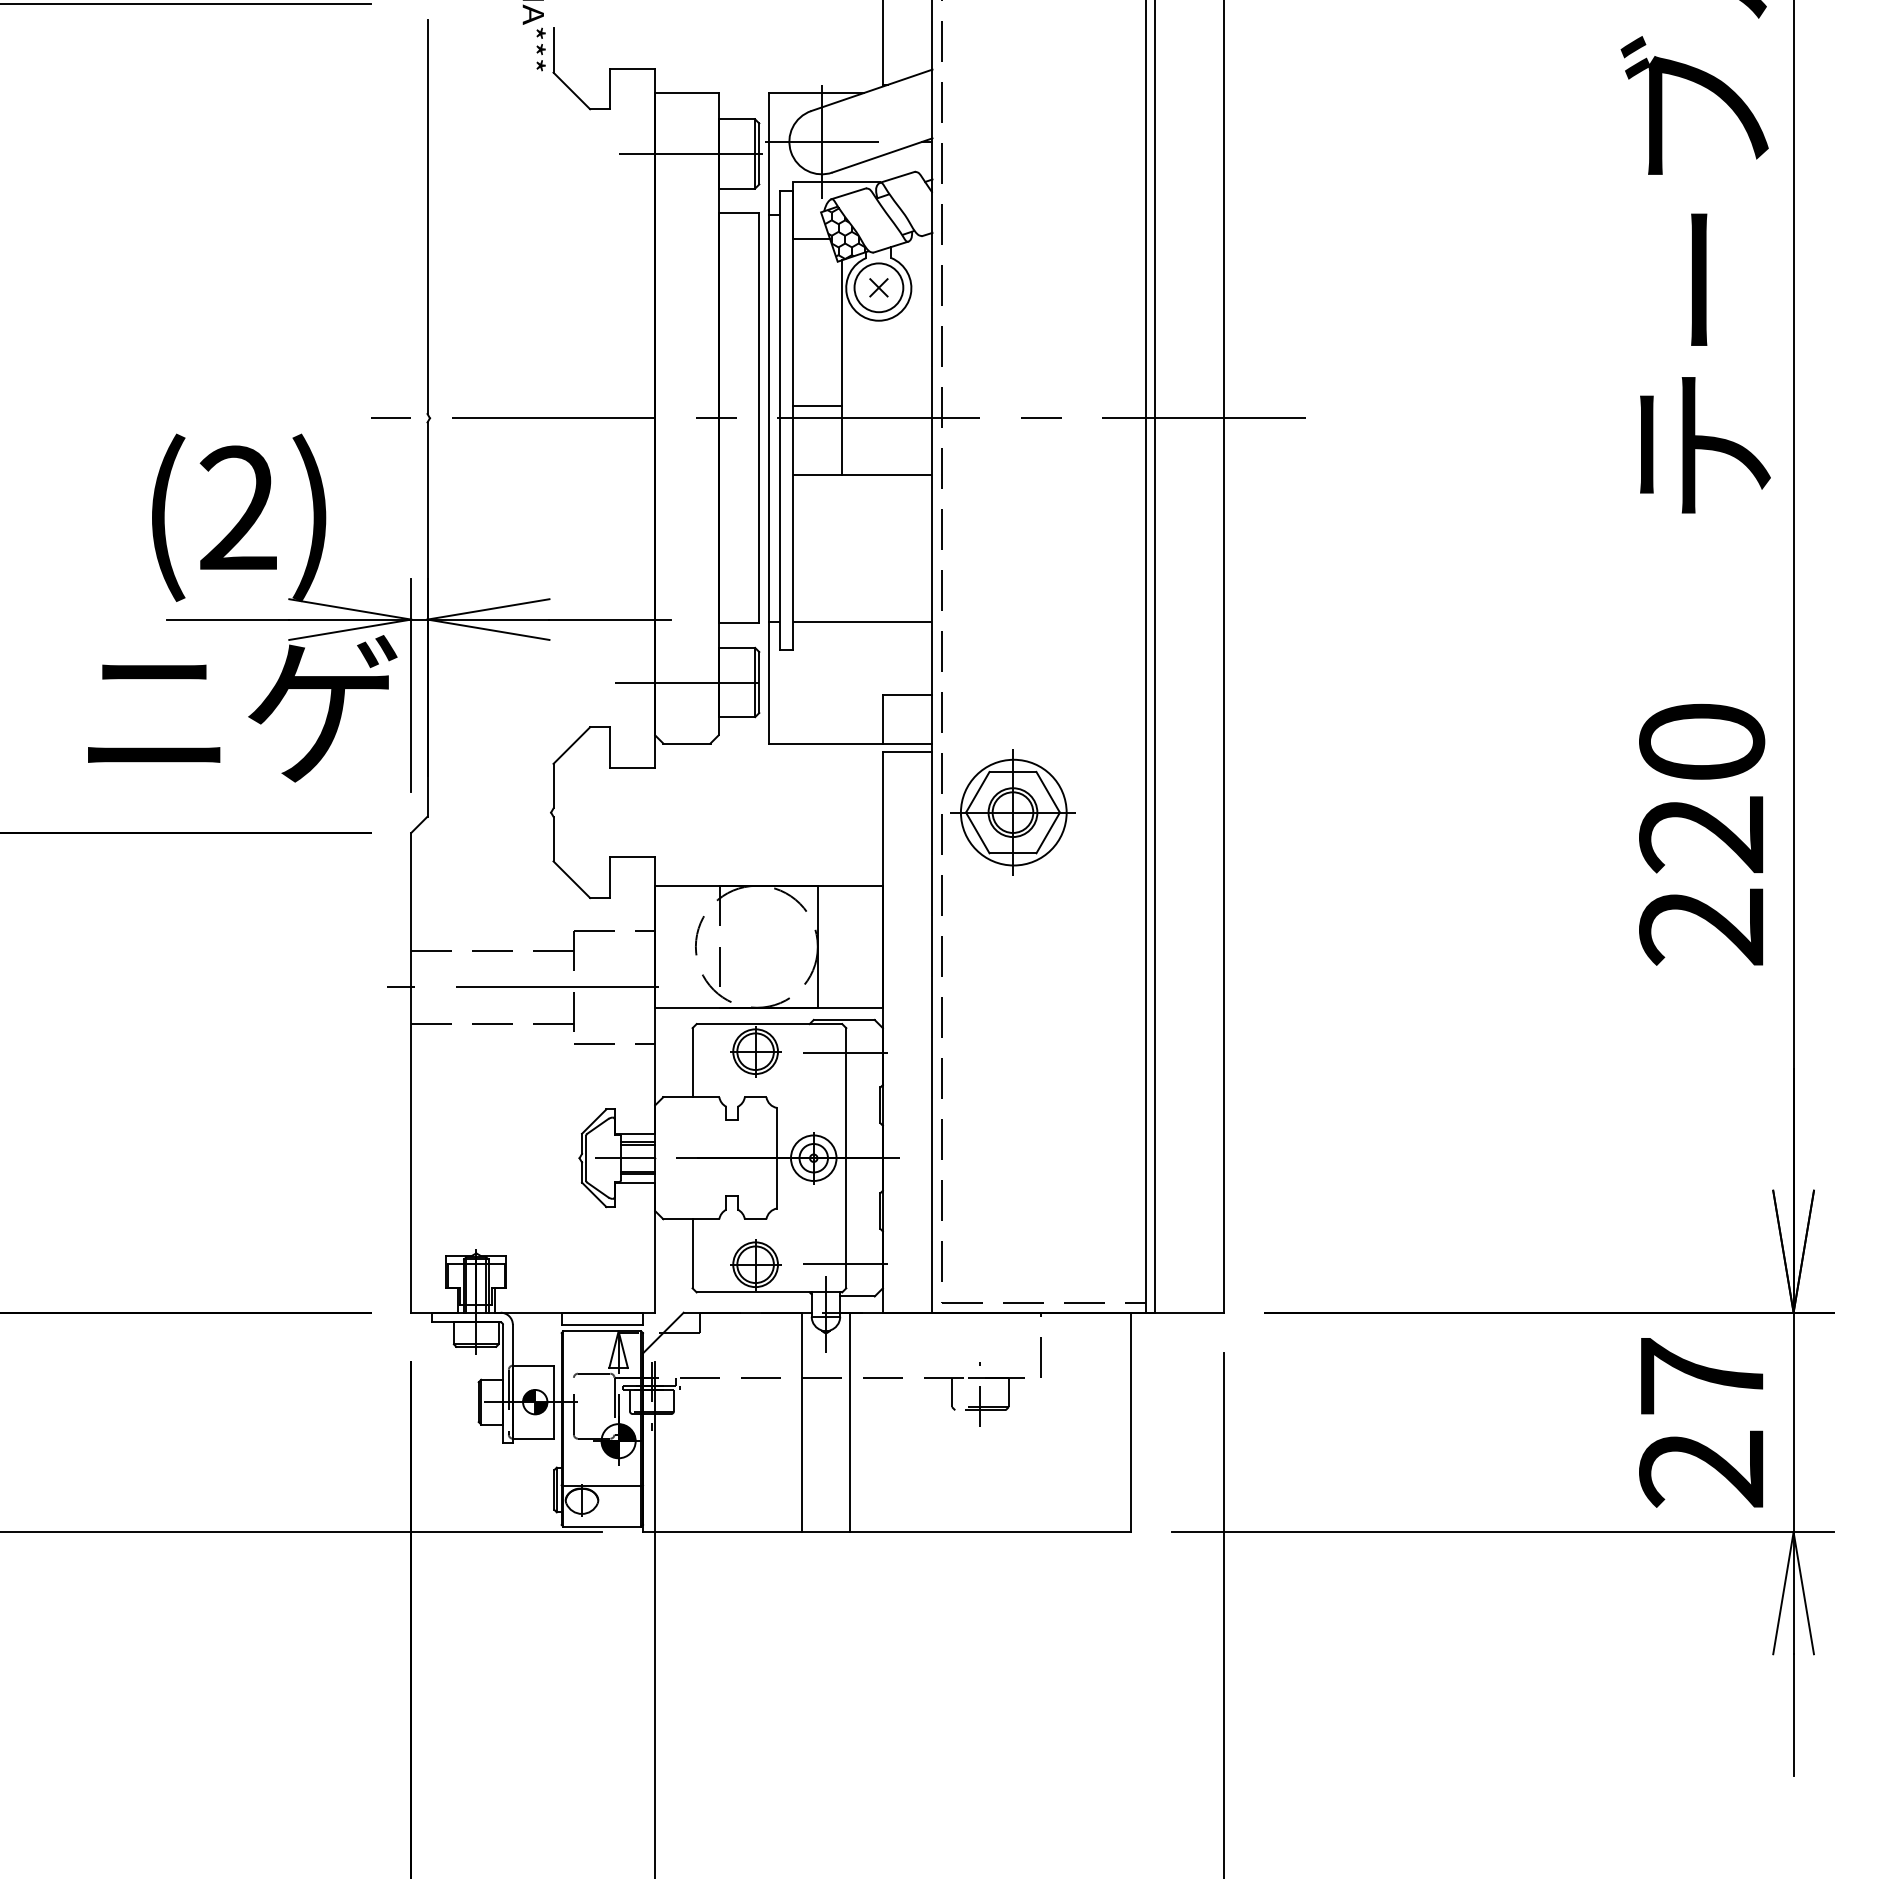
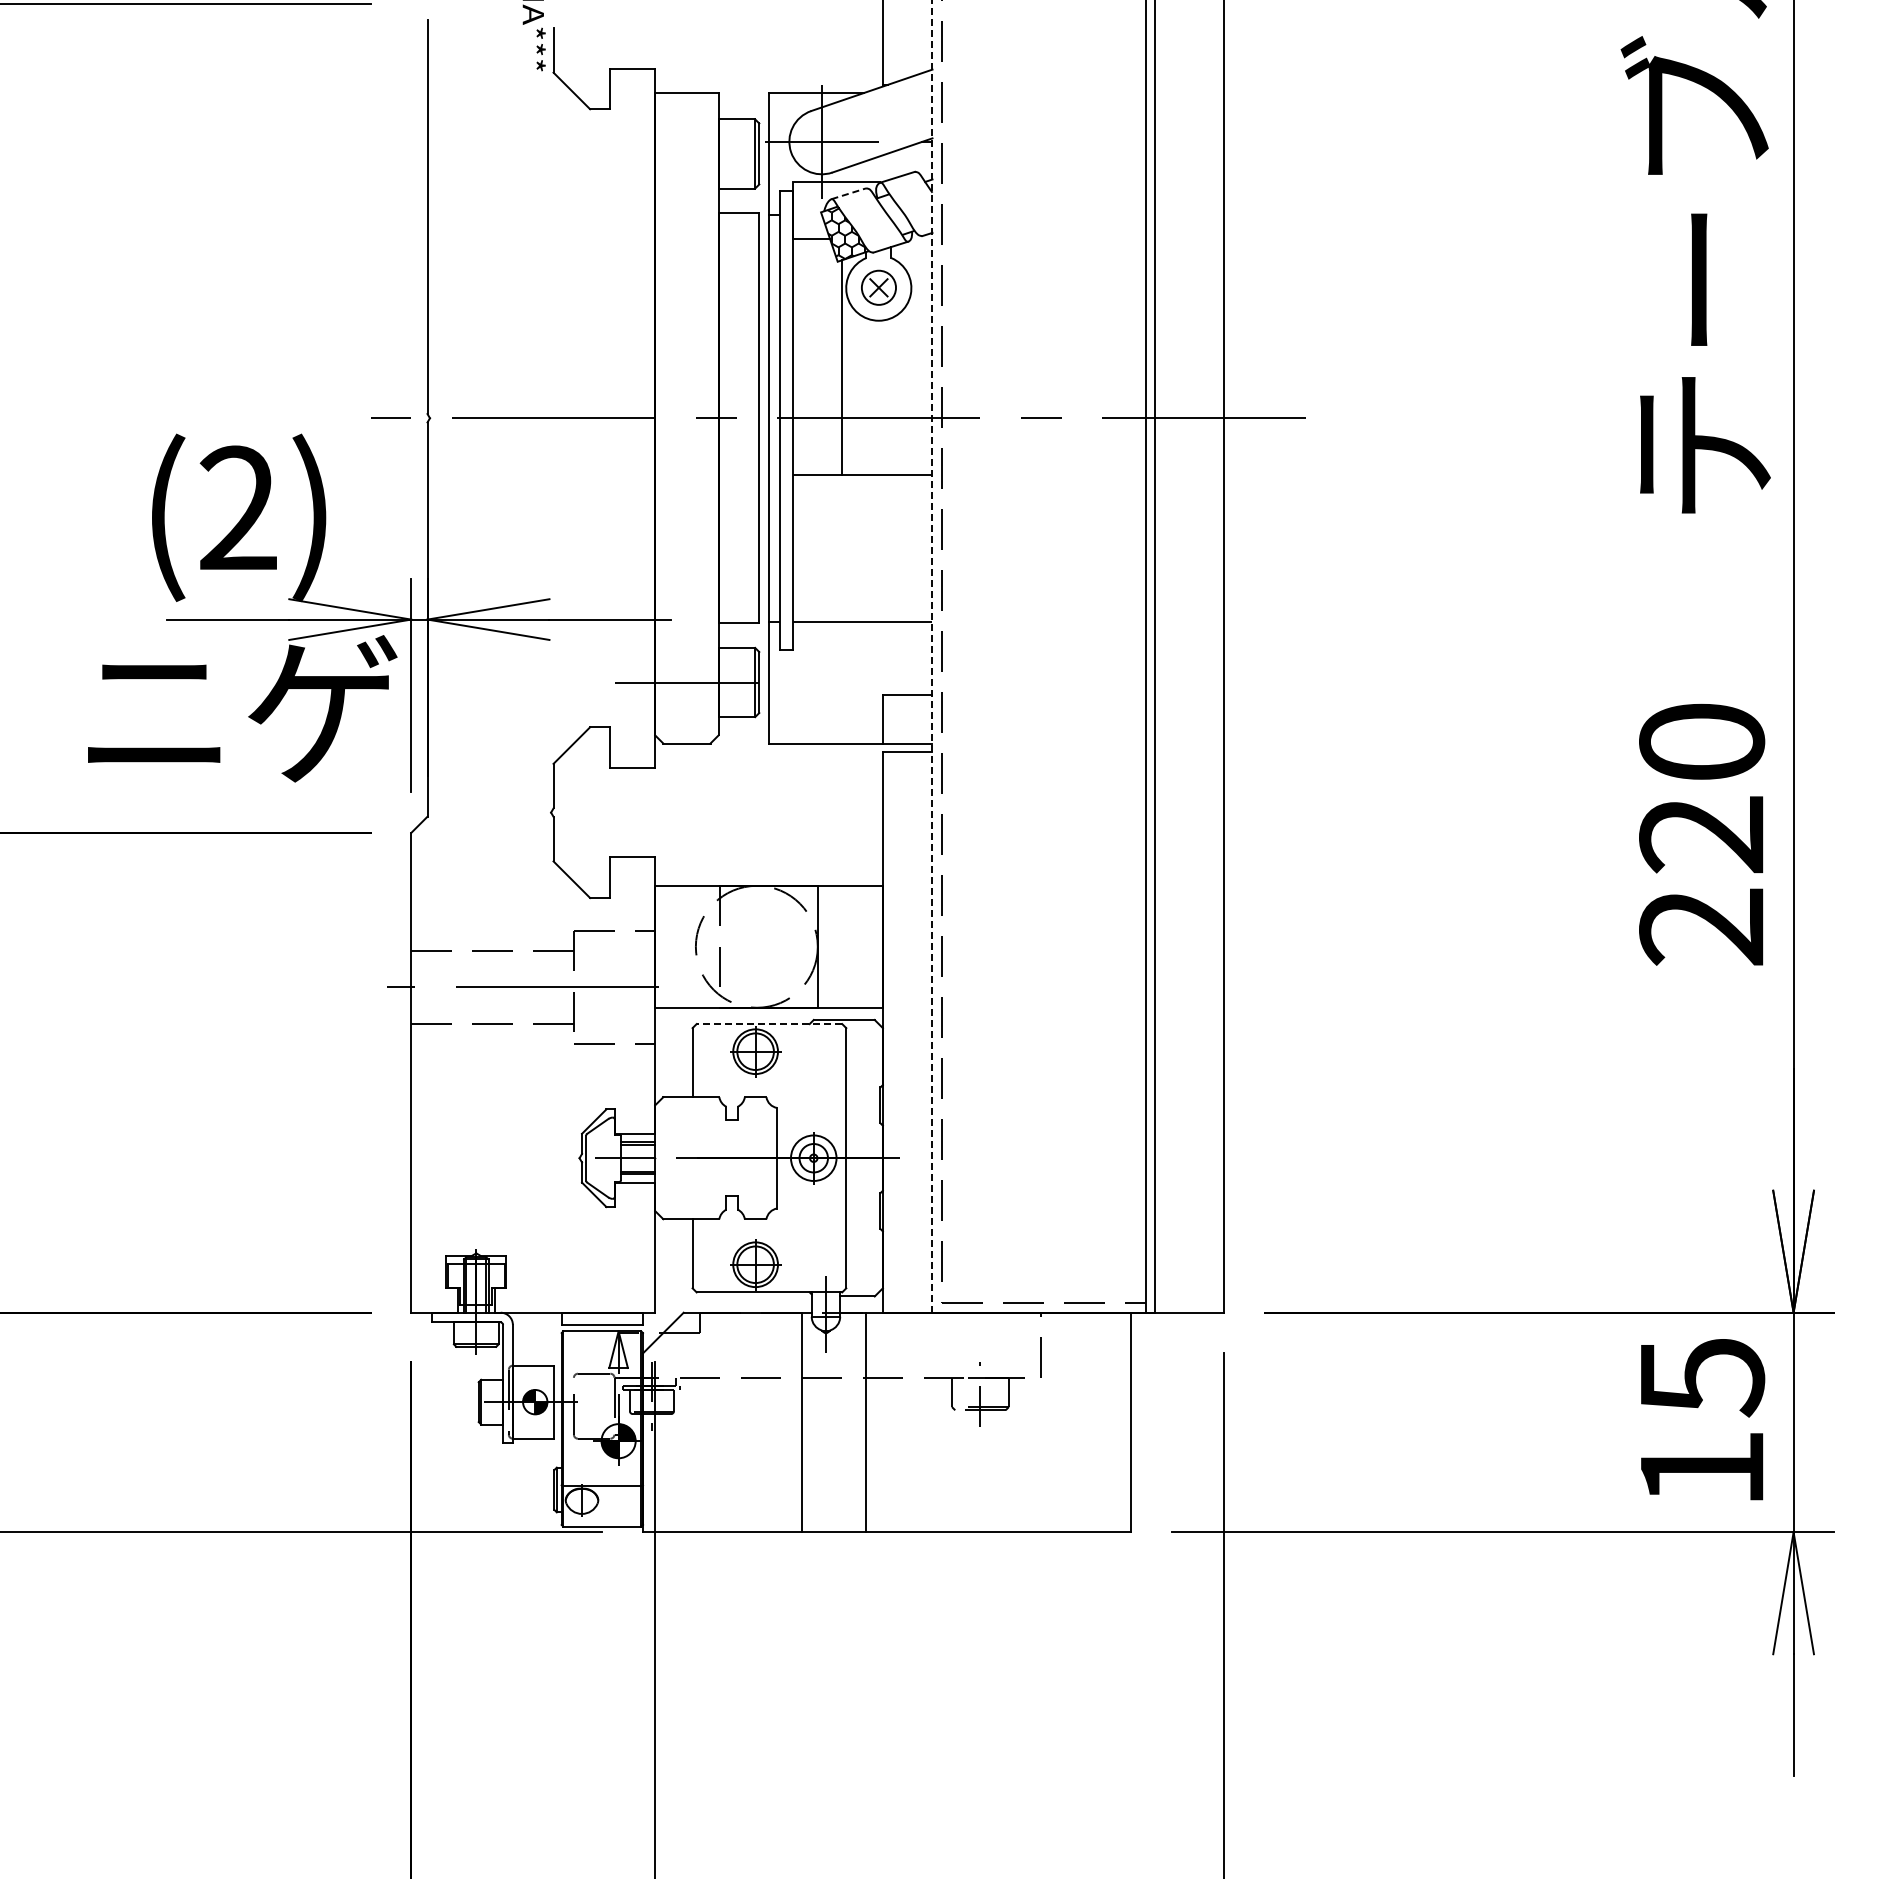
line at (690, 153): present -> none
line at (849, 193): solid -> dashed
circle at (878, 287) diameter: 49 px -> 34 px
line at (817, 406): present -> none
line at (932, 656): solid -> dashed
part at (1012, 812): present -> none
line at (769, 1024): solid -> dashed
line at (845, 1052): present -> none
line at (845, 1263): present -> none
line at (850, 1422) position: (850, 1422) -> (866, 1422)
text at (1702, 1422): 27 -> 15
